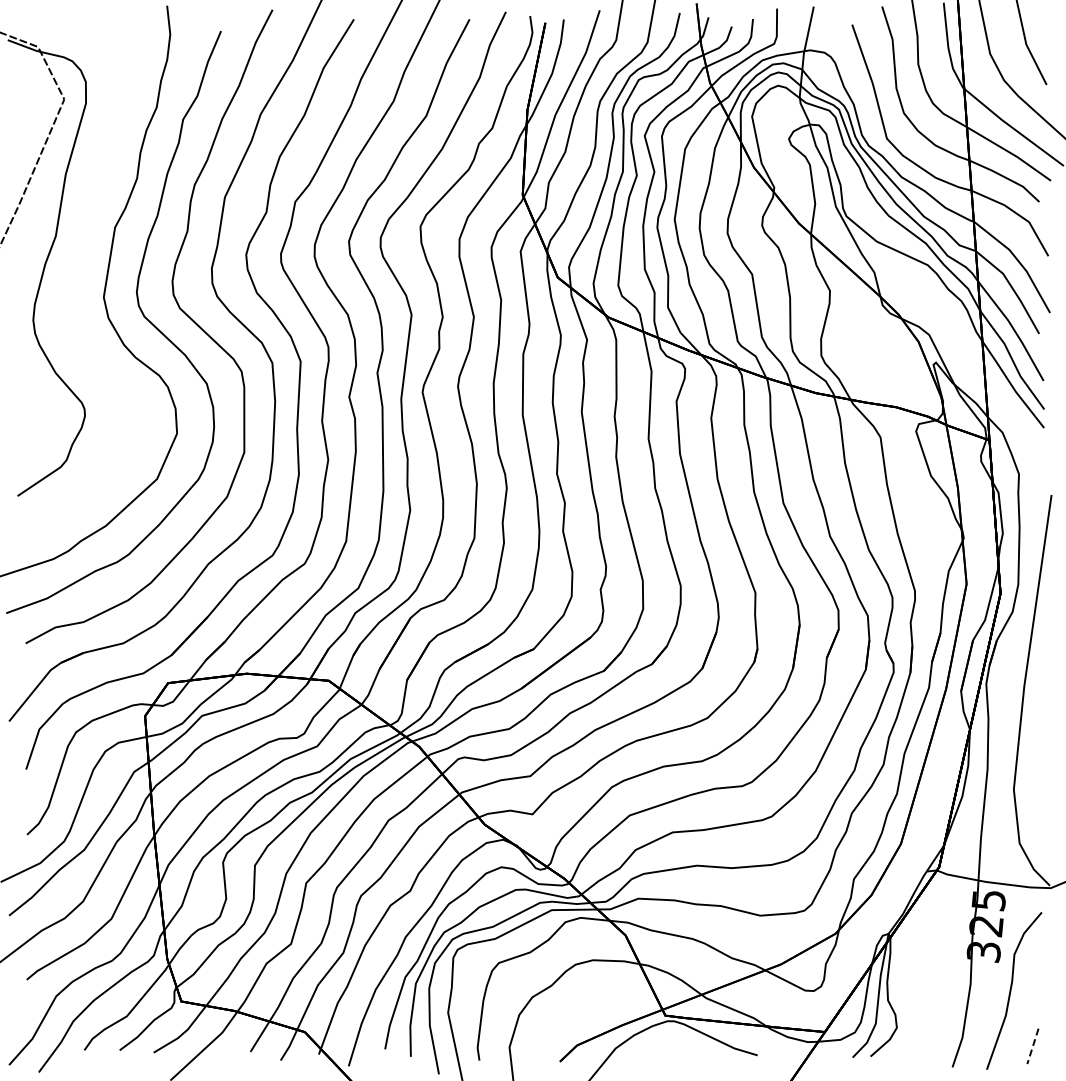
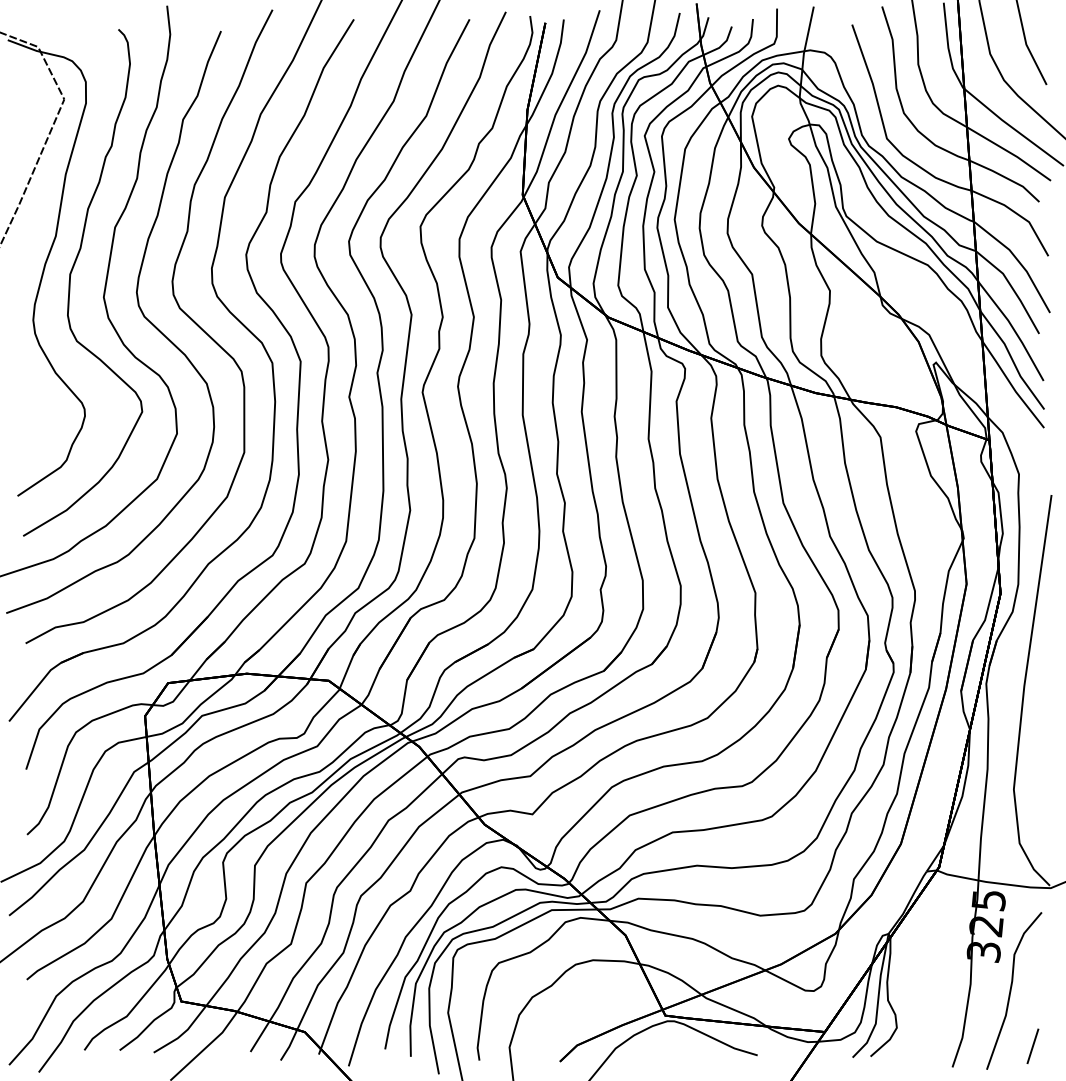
curve at (70, 282): none -> present
line at (1032, 1046): dashed -> solid
